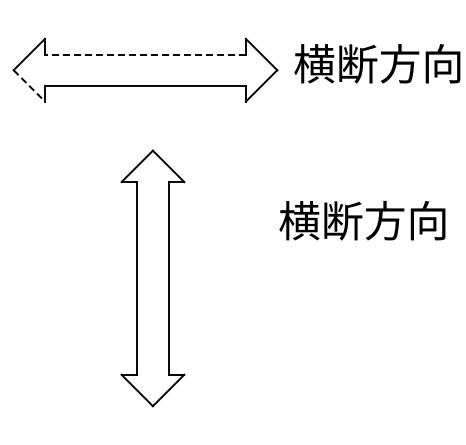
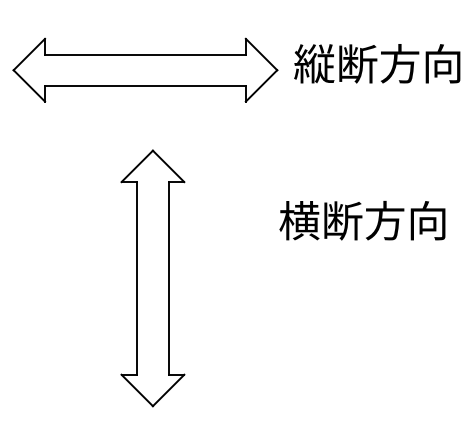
line at (144, 54): dashed -> solid
text at (314, 63): 横断方向 -> 縦断方向
line at (29, 86): dashed -> solid
